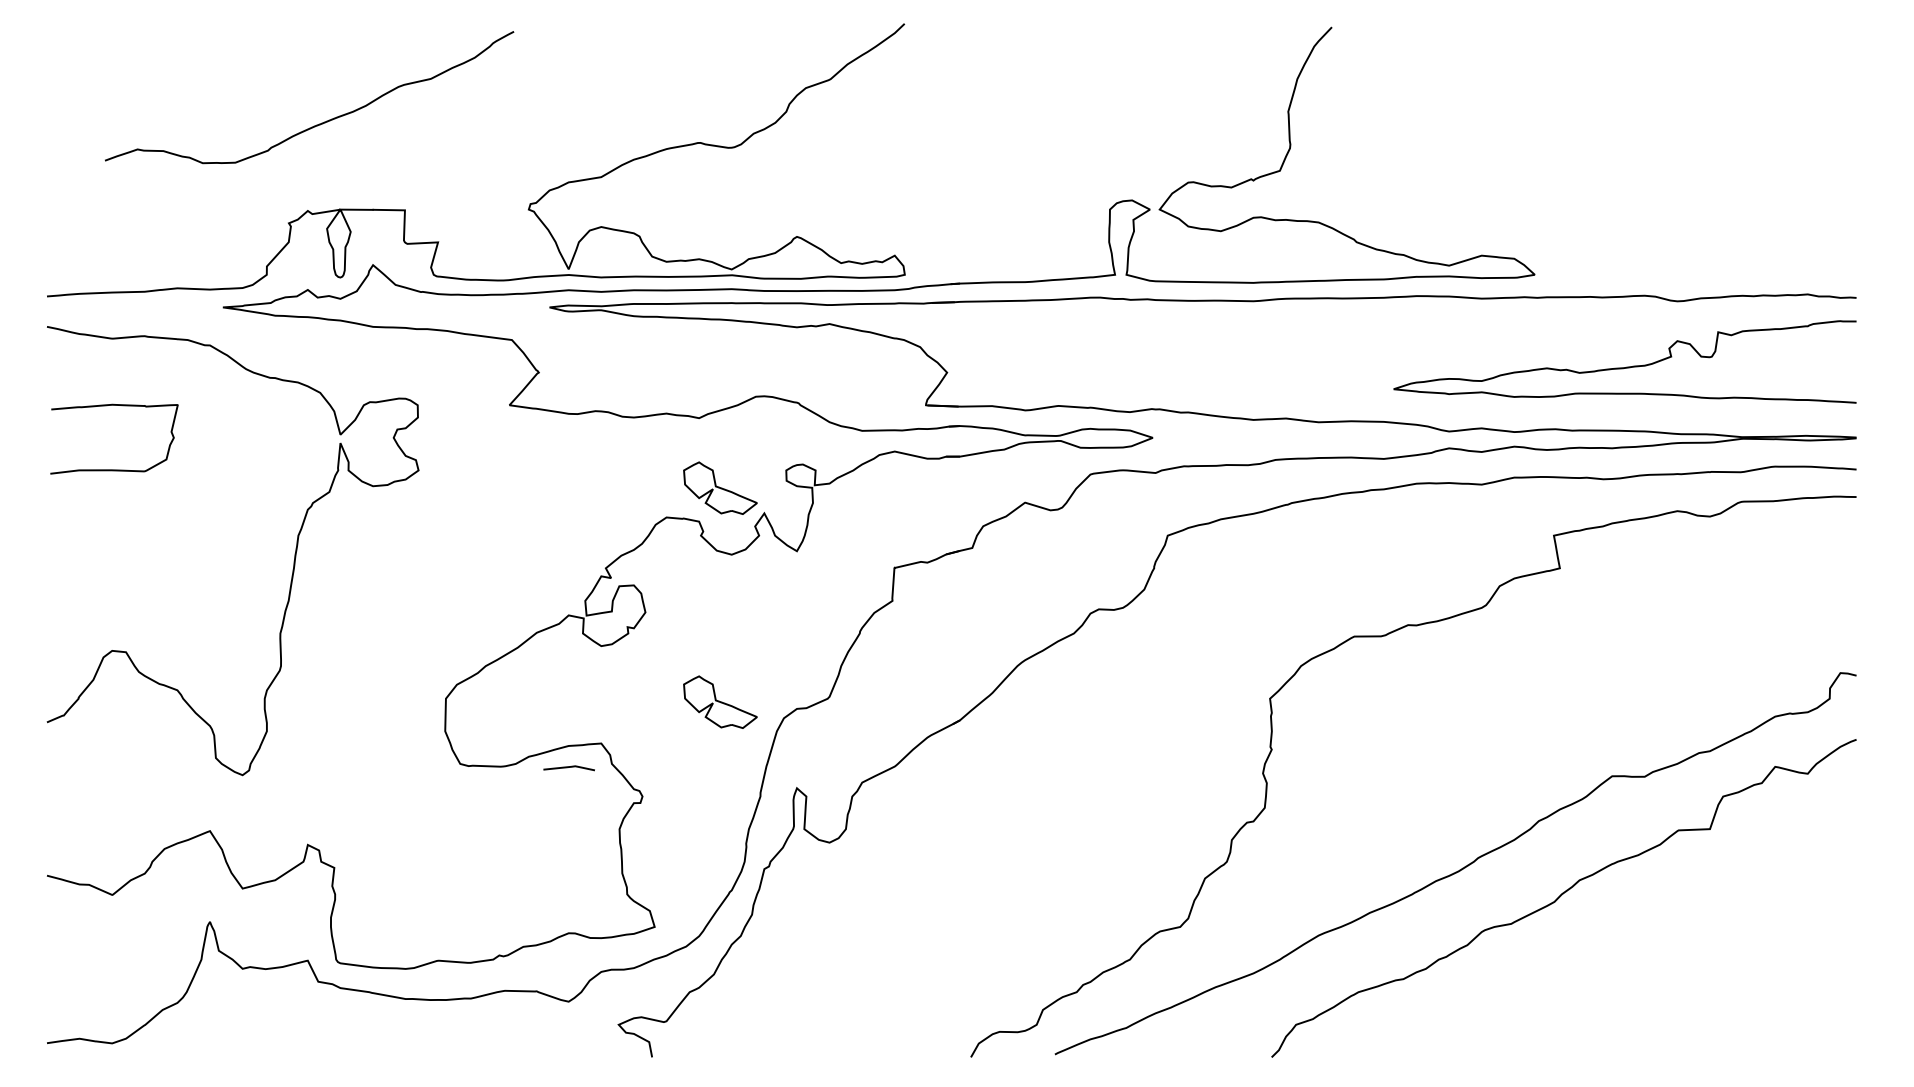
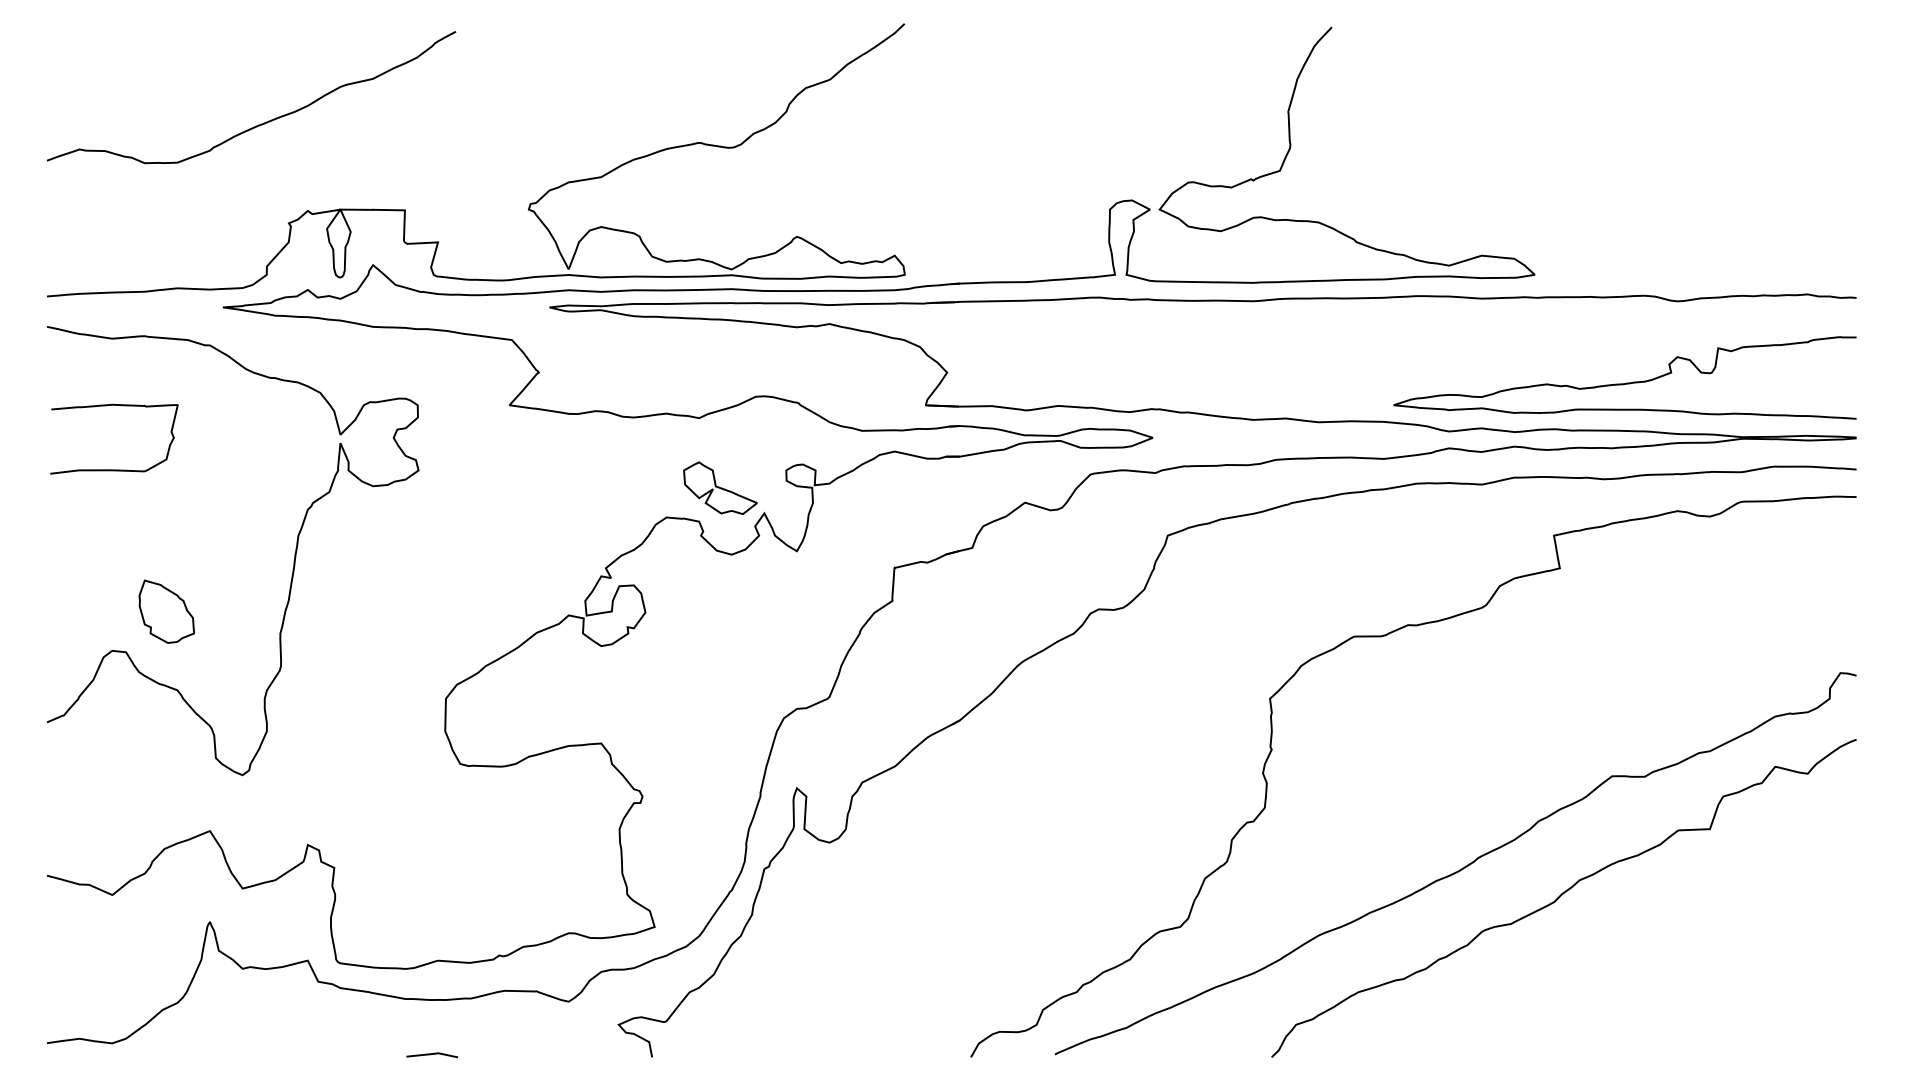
curve at (321, 122) position: (321, 122) -> (263, 122)
curve at (1626, 366) position: (1626, 366) -> (1626, 382)
part at (166, 611): none -> present
part at (720, 701): present -> none
line at (568, 767) position: (568, 767) -> (431, 1054)
